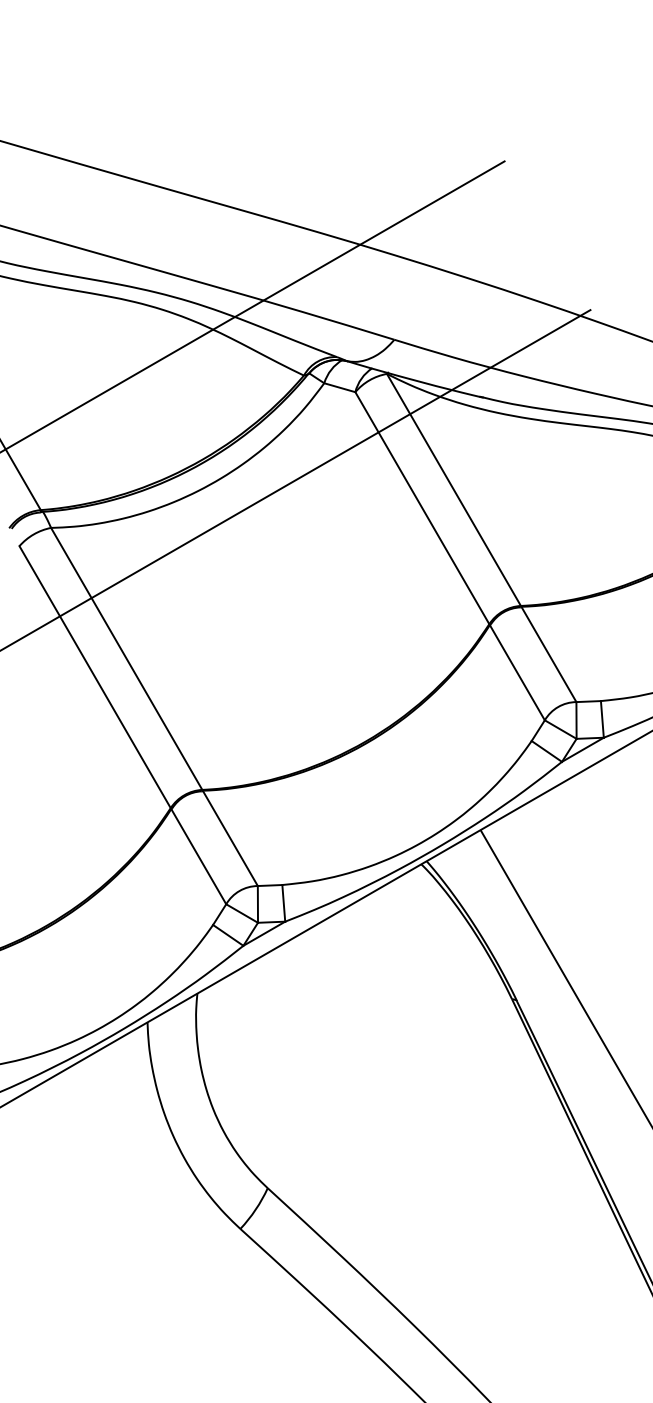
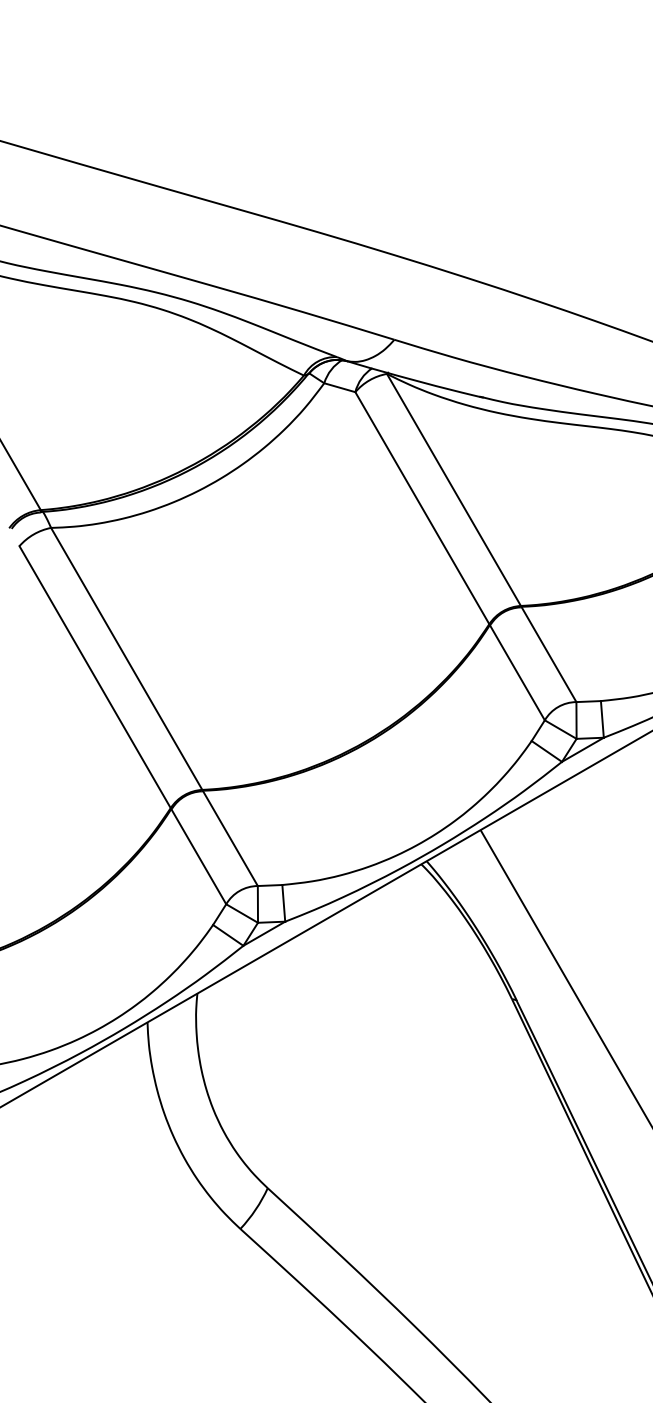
line at (253, 305): present -> none
line at (296, 479): present -> none
